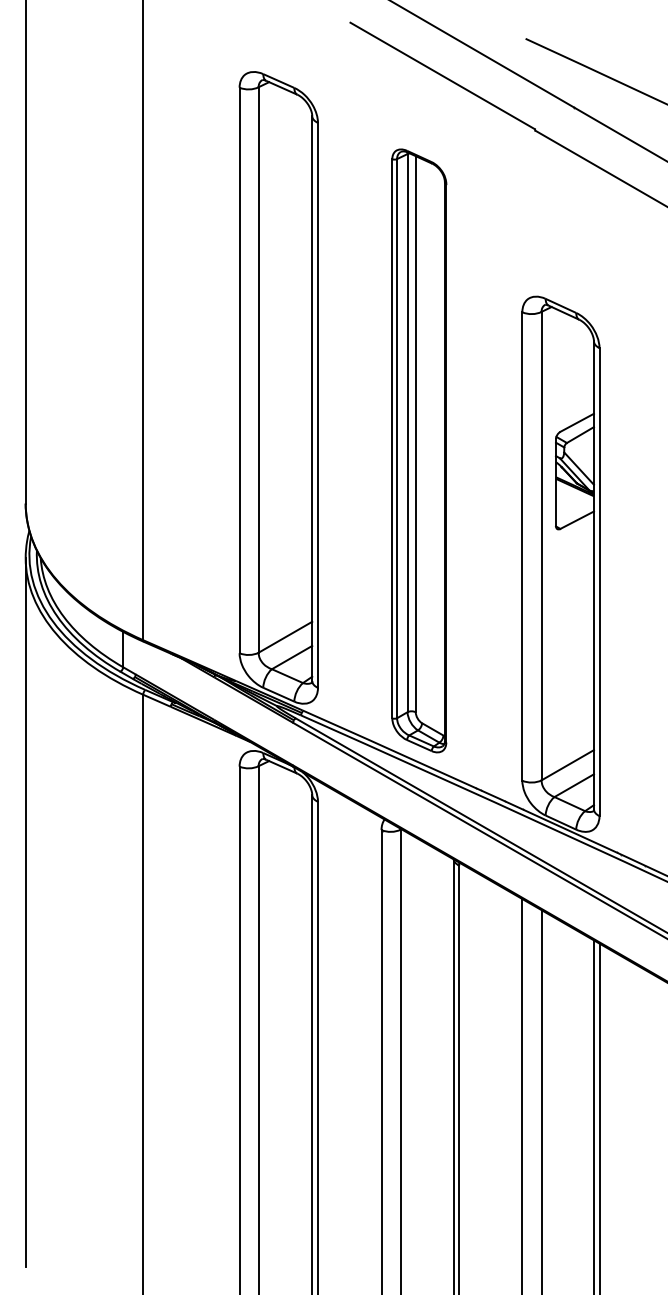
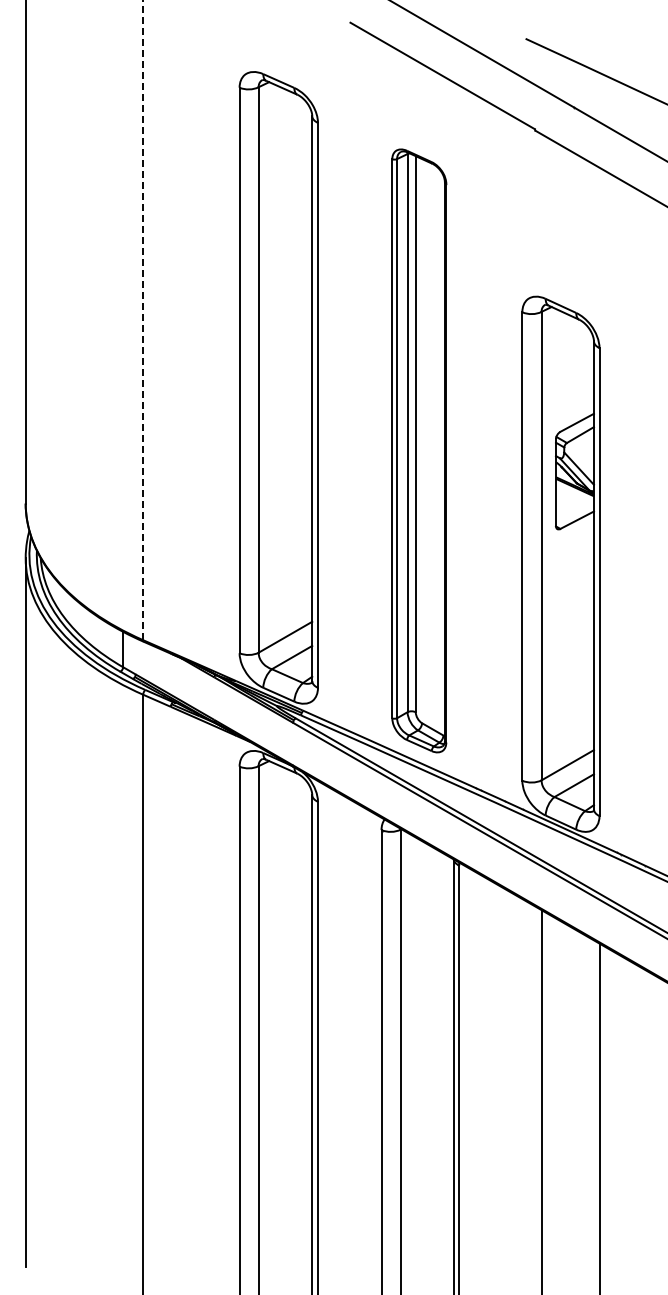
line at (143, 320): solid -> dashed
line at (522, 1095): present -> none
line at (593, 1115): present -> none
